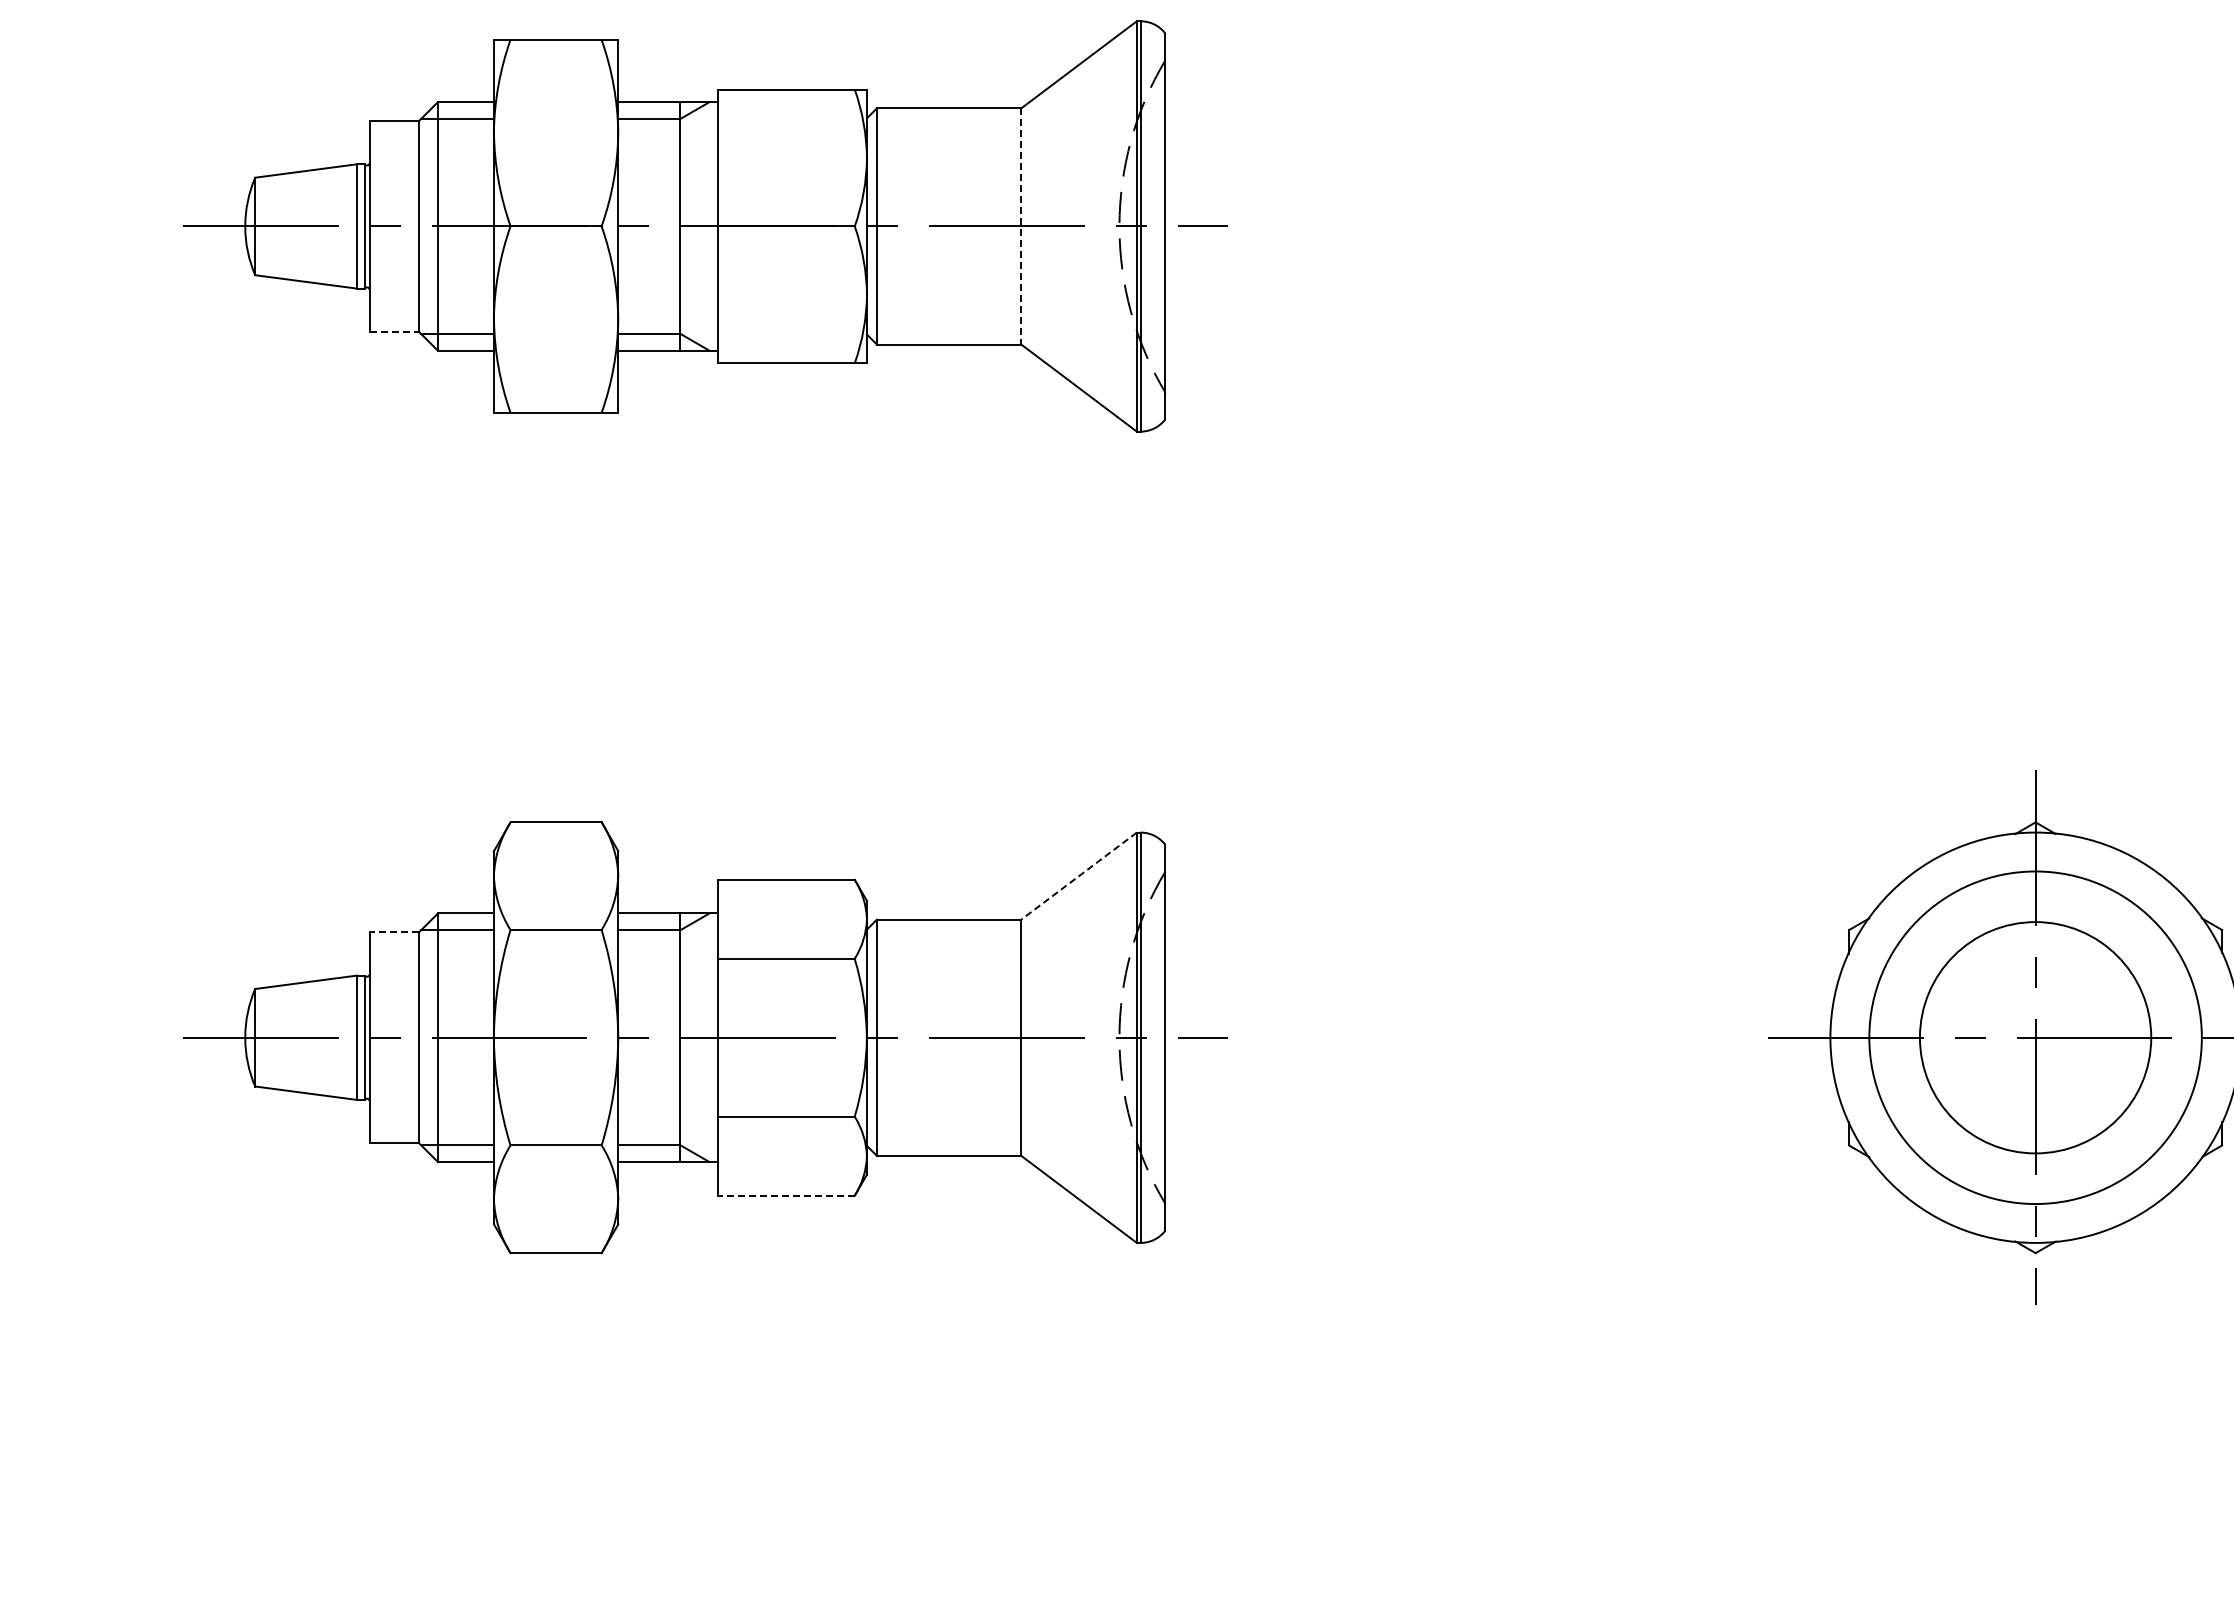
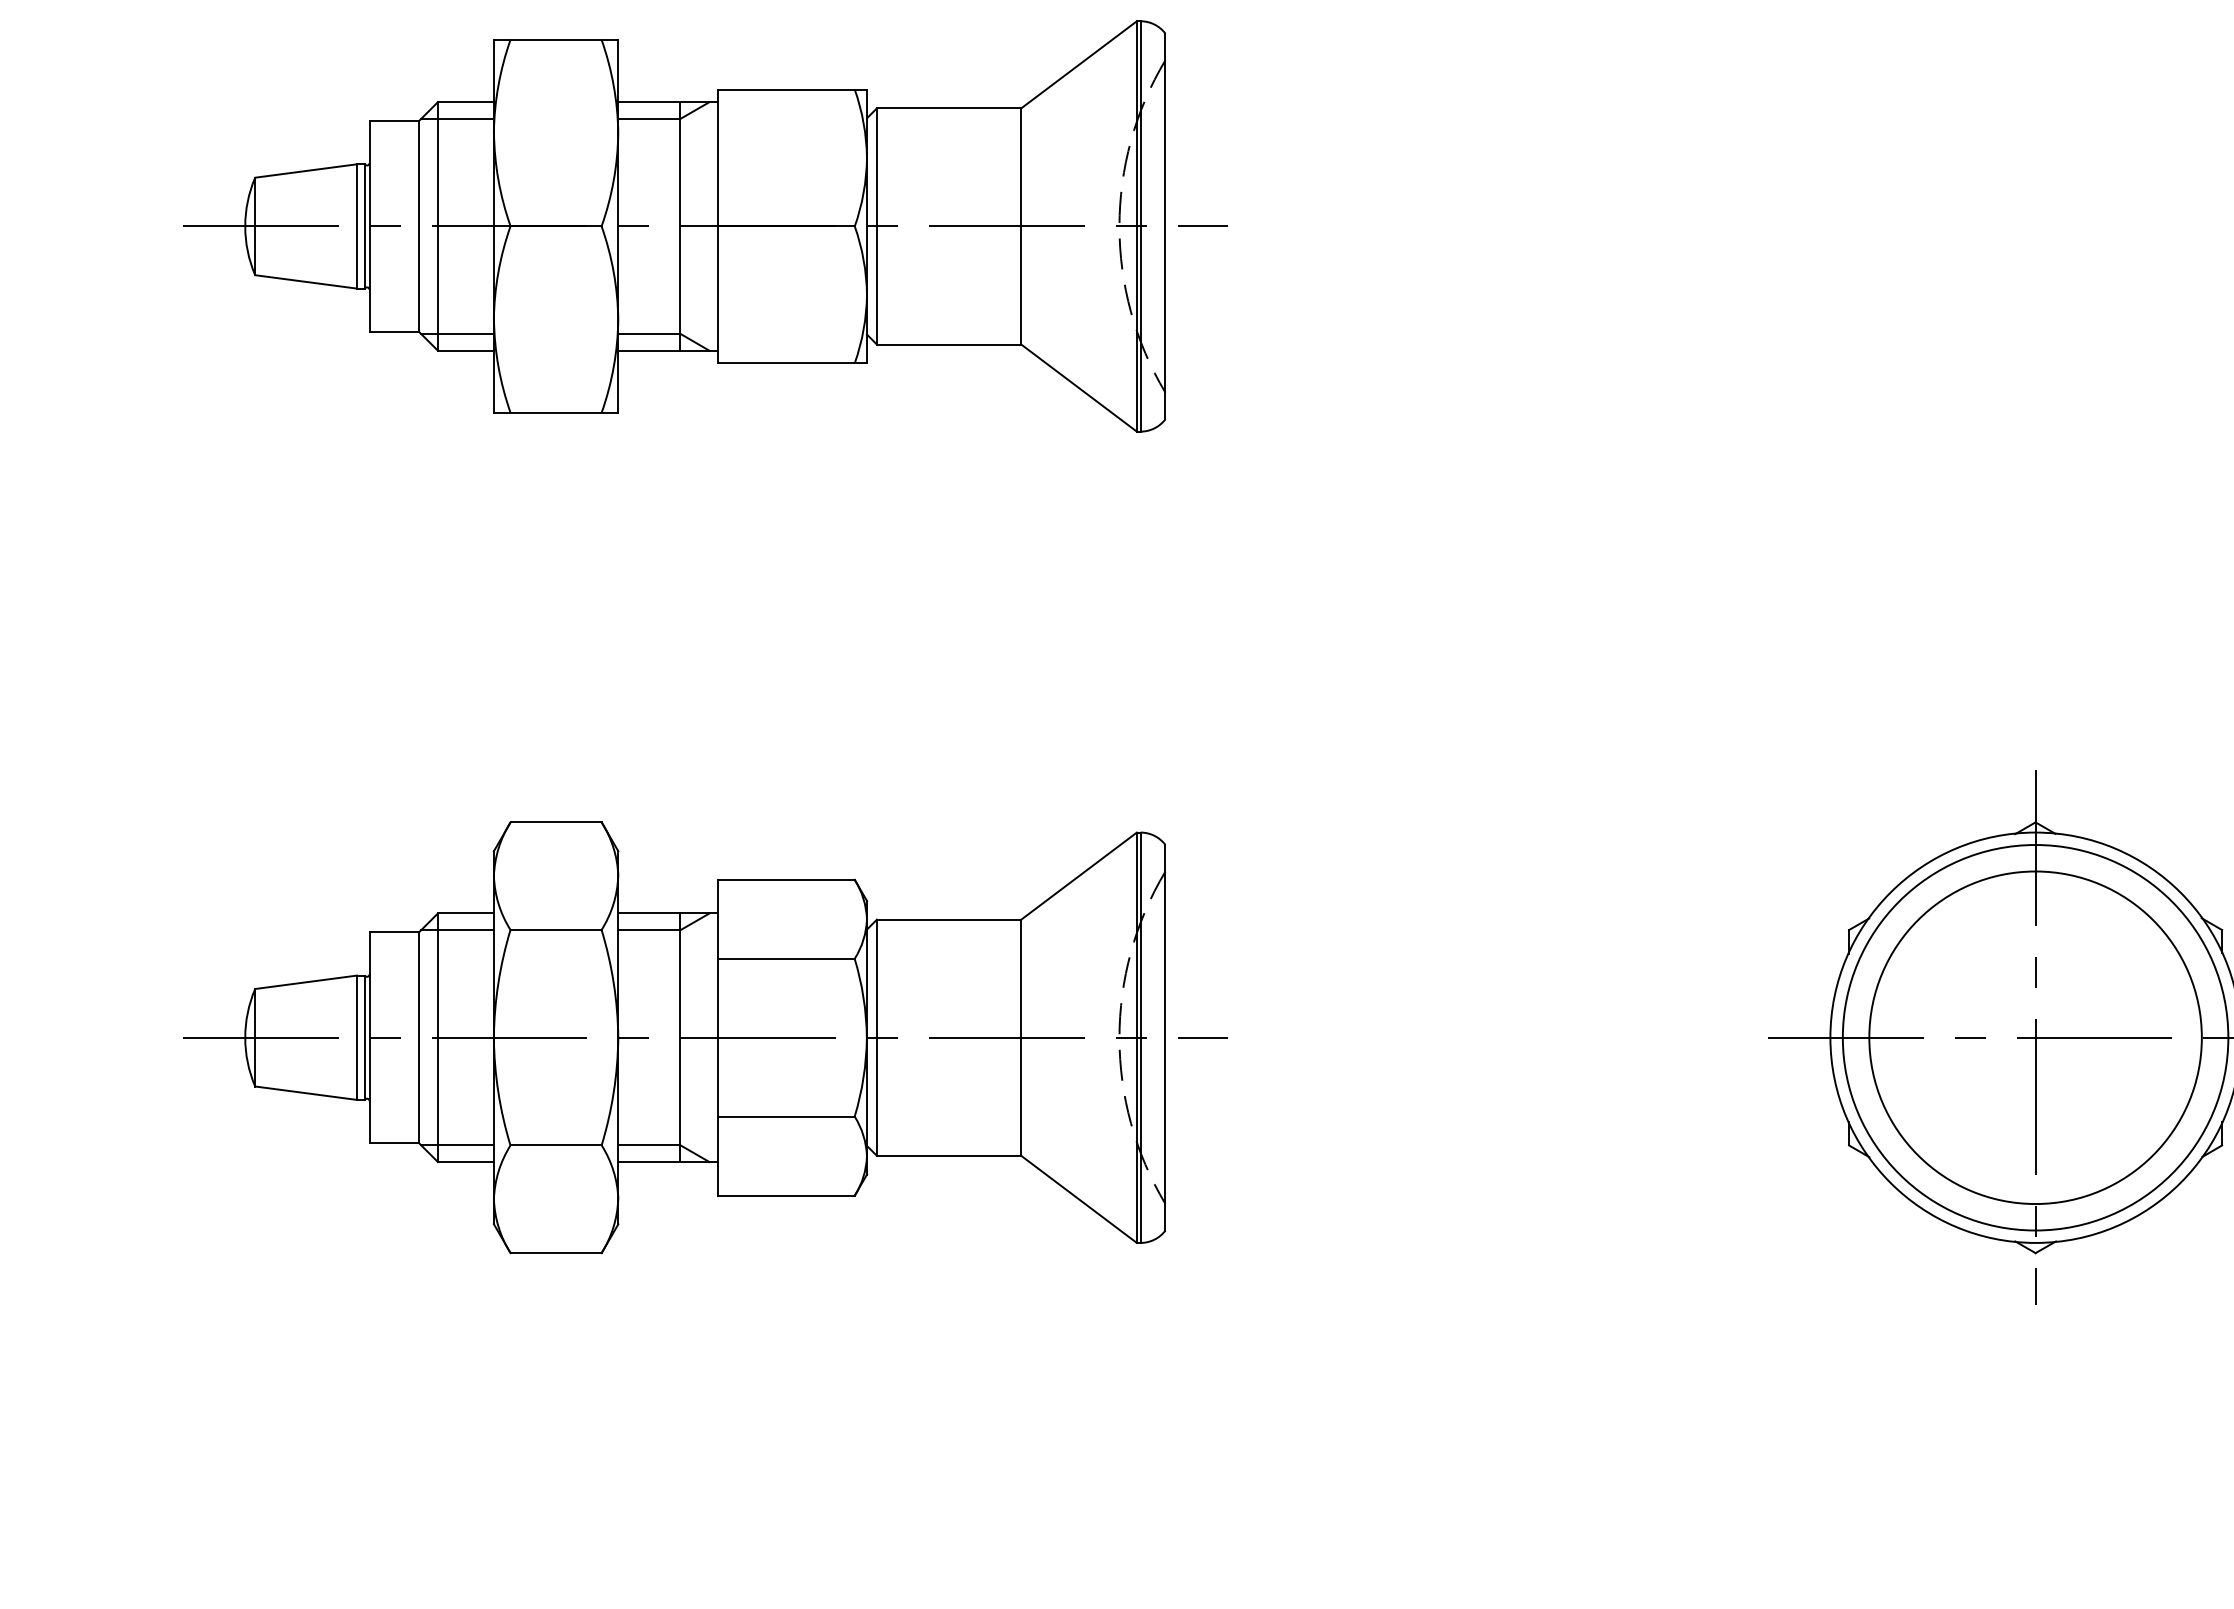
line at (1021, 226): dashed -> solid
line at (394, 332): dashed -> solid
line at (1078, 876): dashed -> solid
line at (394, 932): dashed -> solid
circle at (2035, 1037) diameter: 231 px -> 386 px
line at (785, 1195): dashed -> solid
